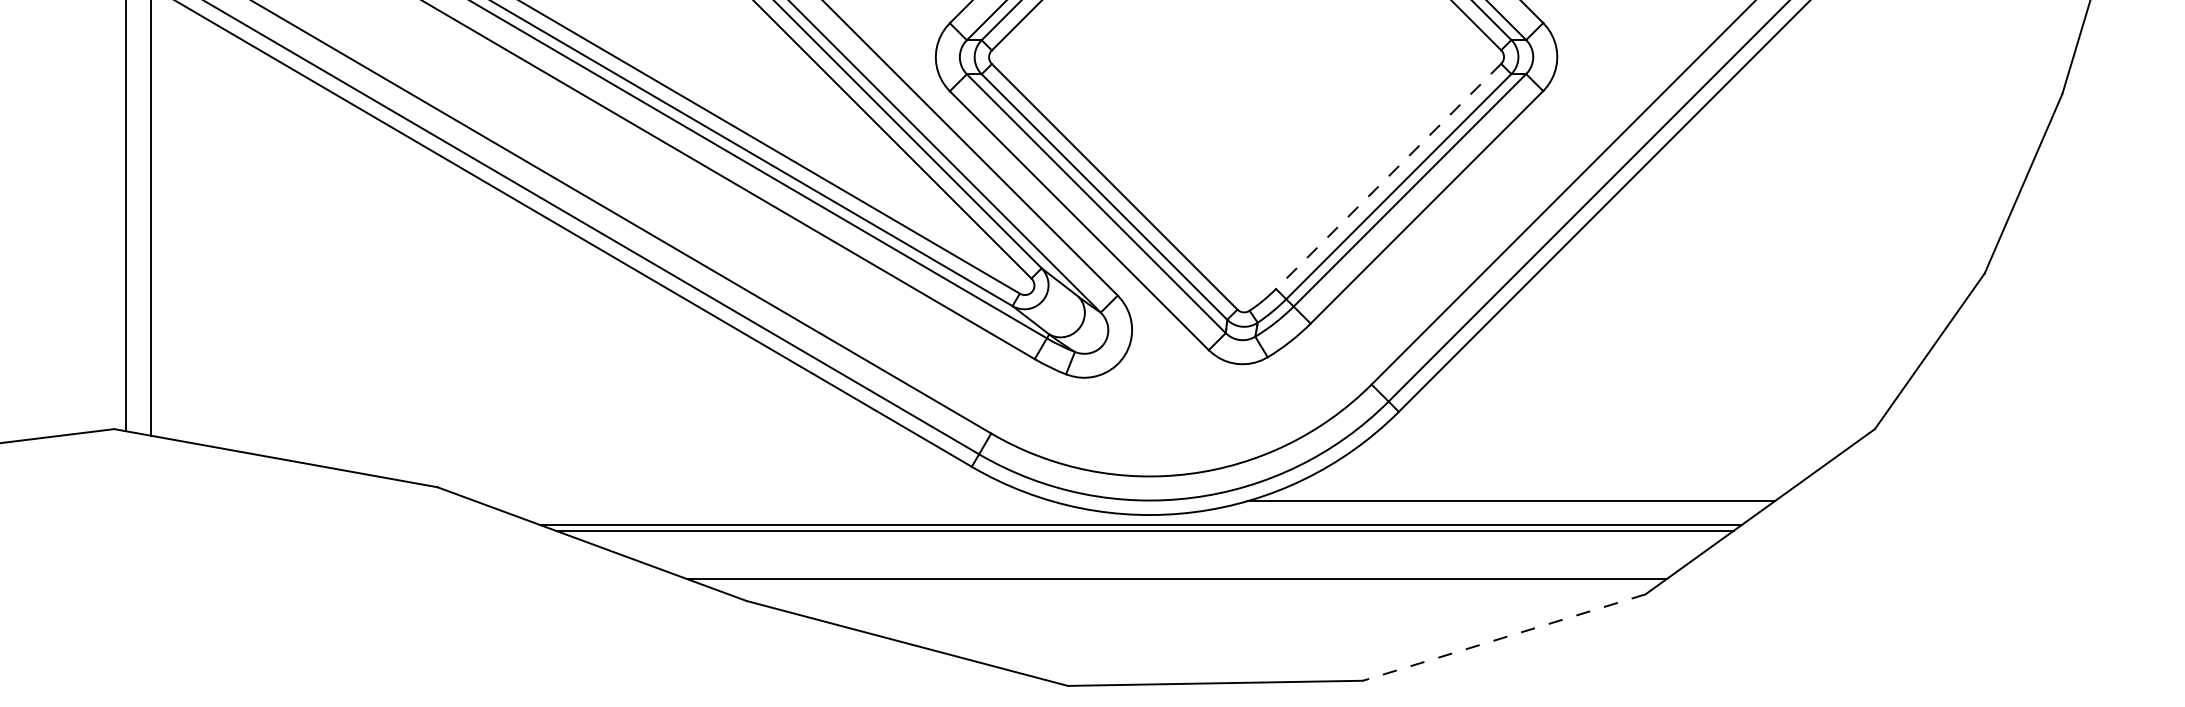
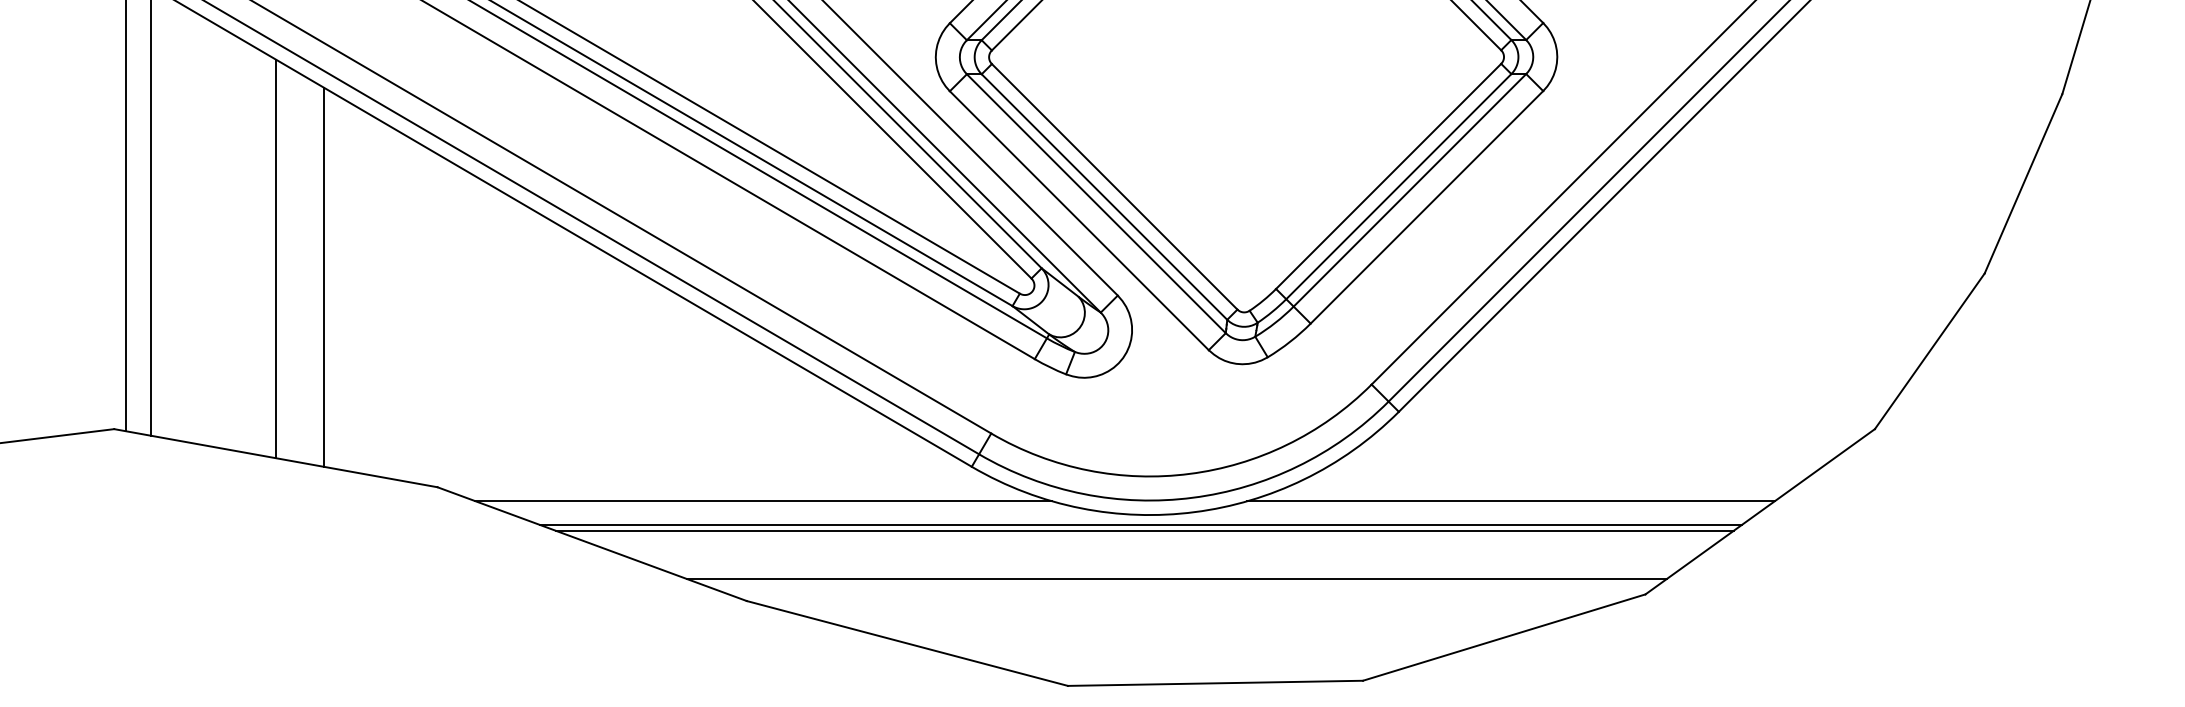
line at (1388, 176): dashed -> solid
line at (275, 258): none -> present
line at (324, 276): none -> present
line at (763, 500): none -> present
line at (1504, 637): dashed -> solid
